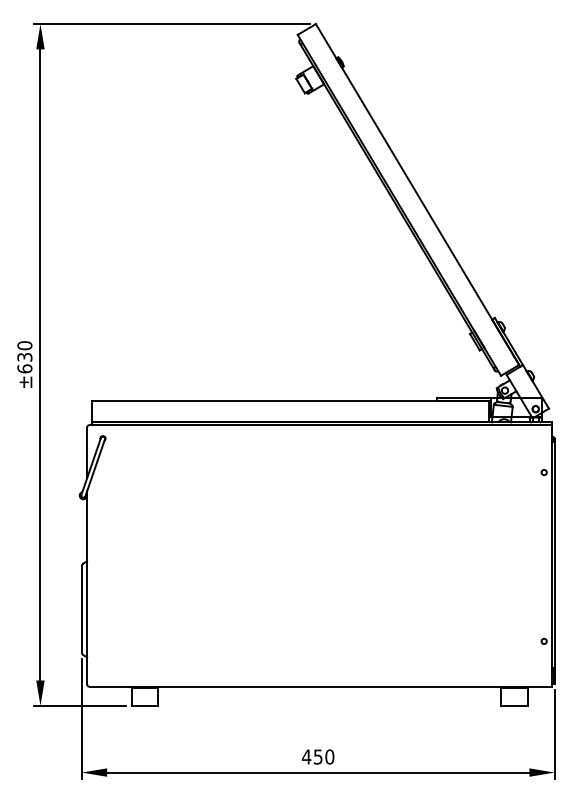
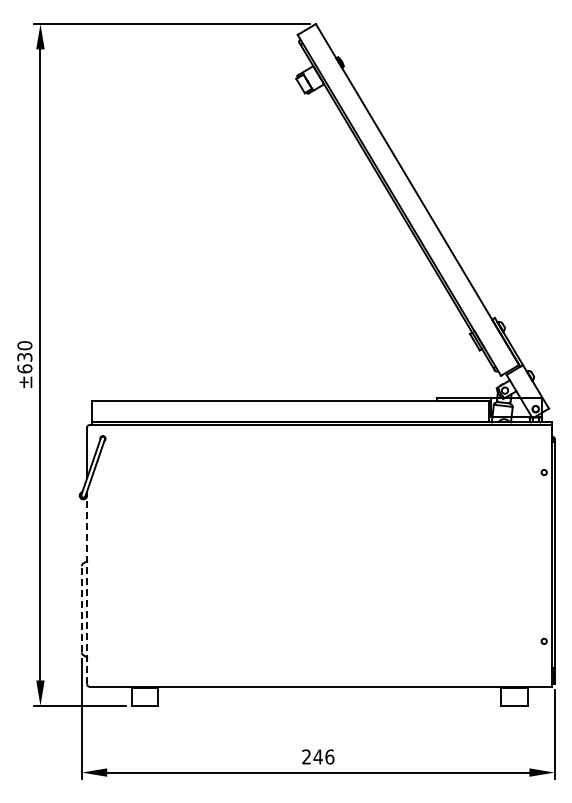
line at (87, 587): solid -> dashed
line at (81, 608): solid -> dashed
text at (317, 756): 450 -> 246
